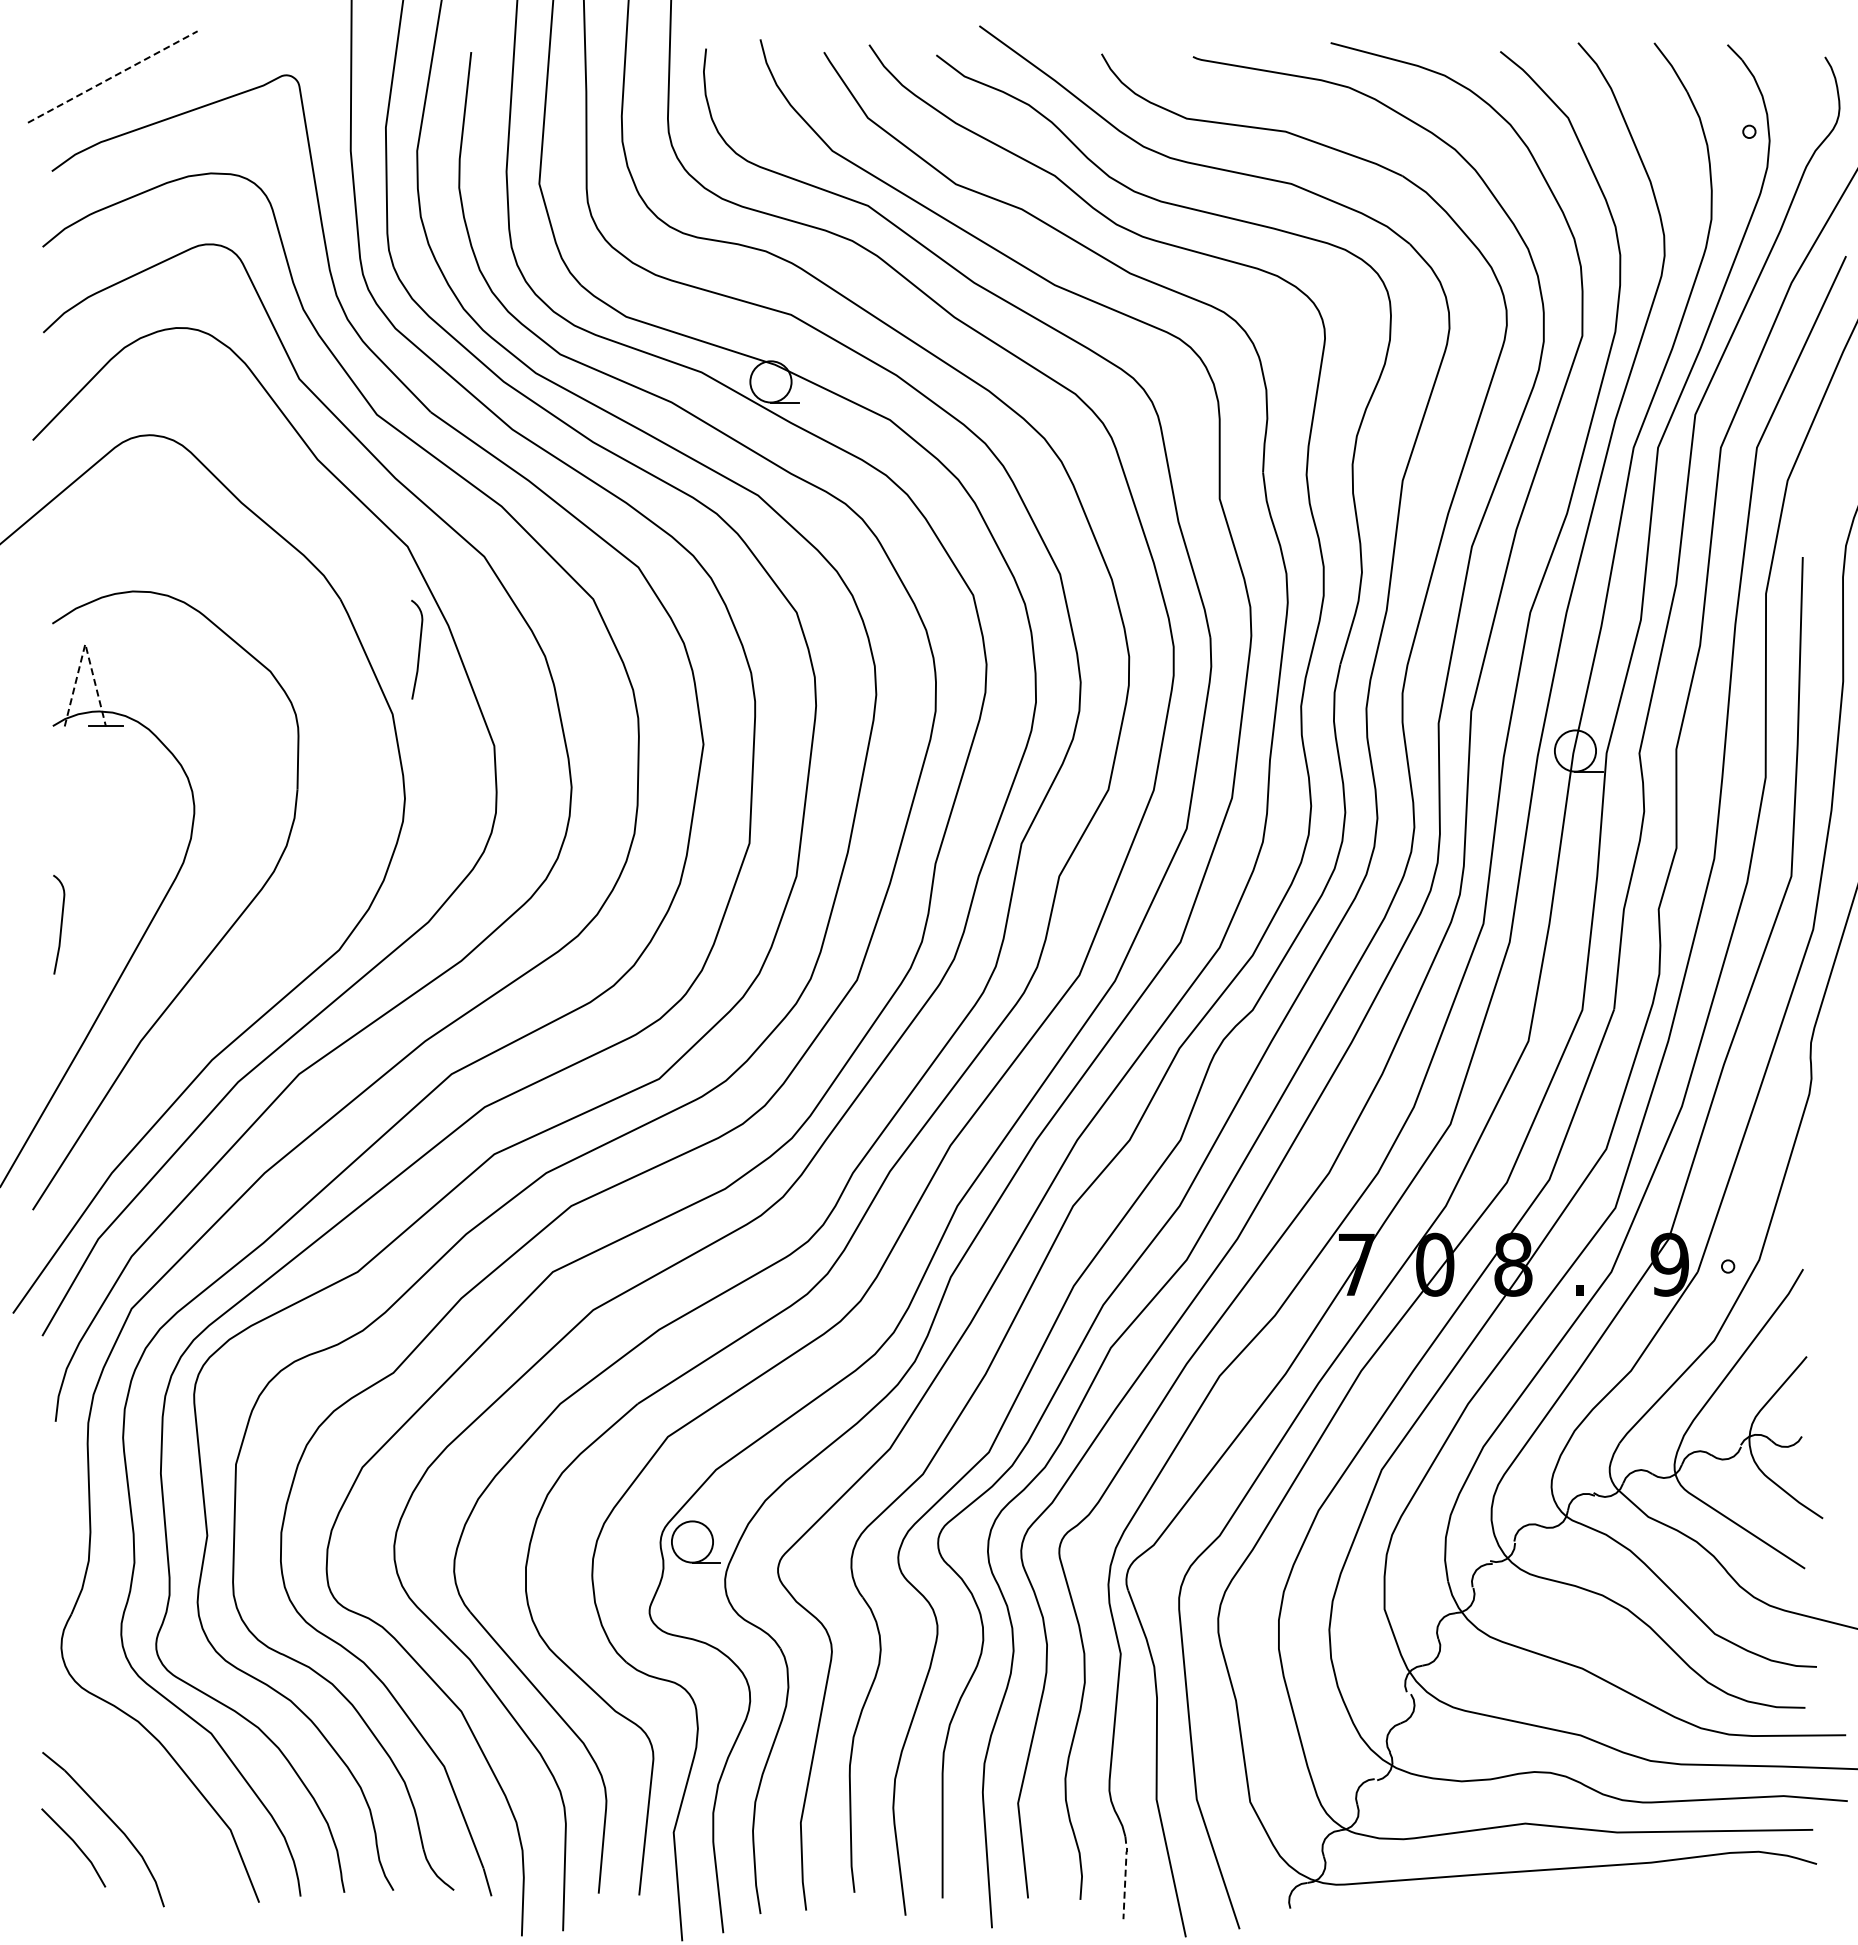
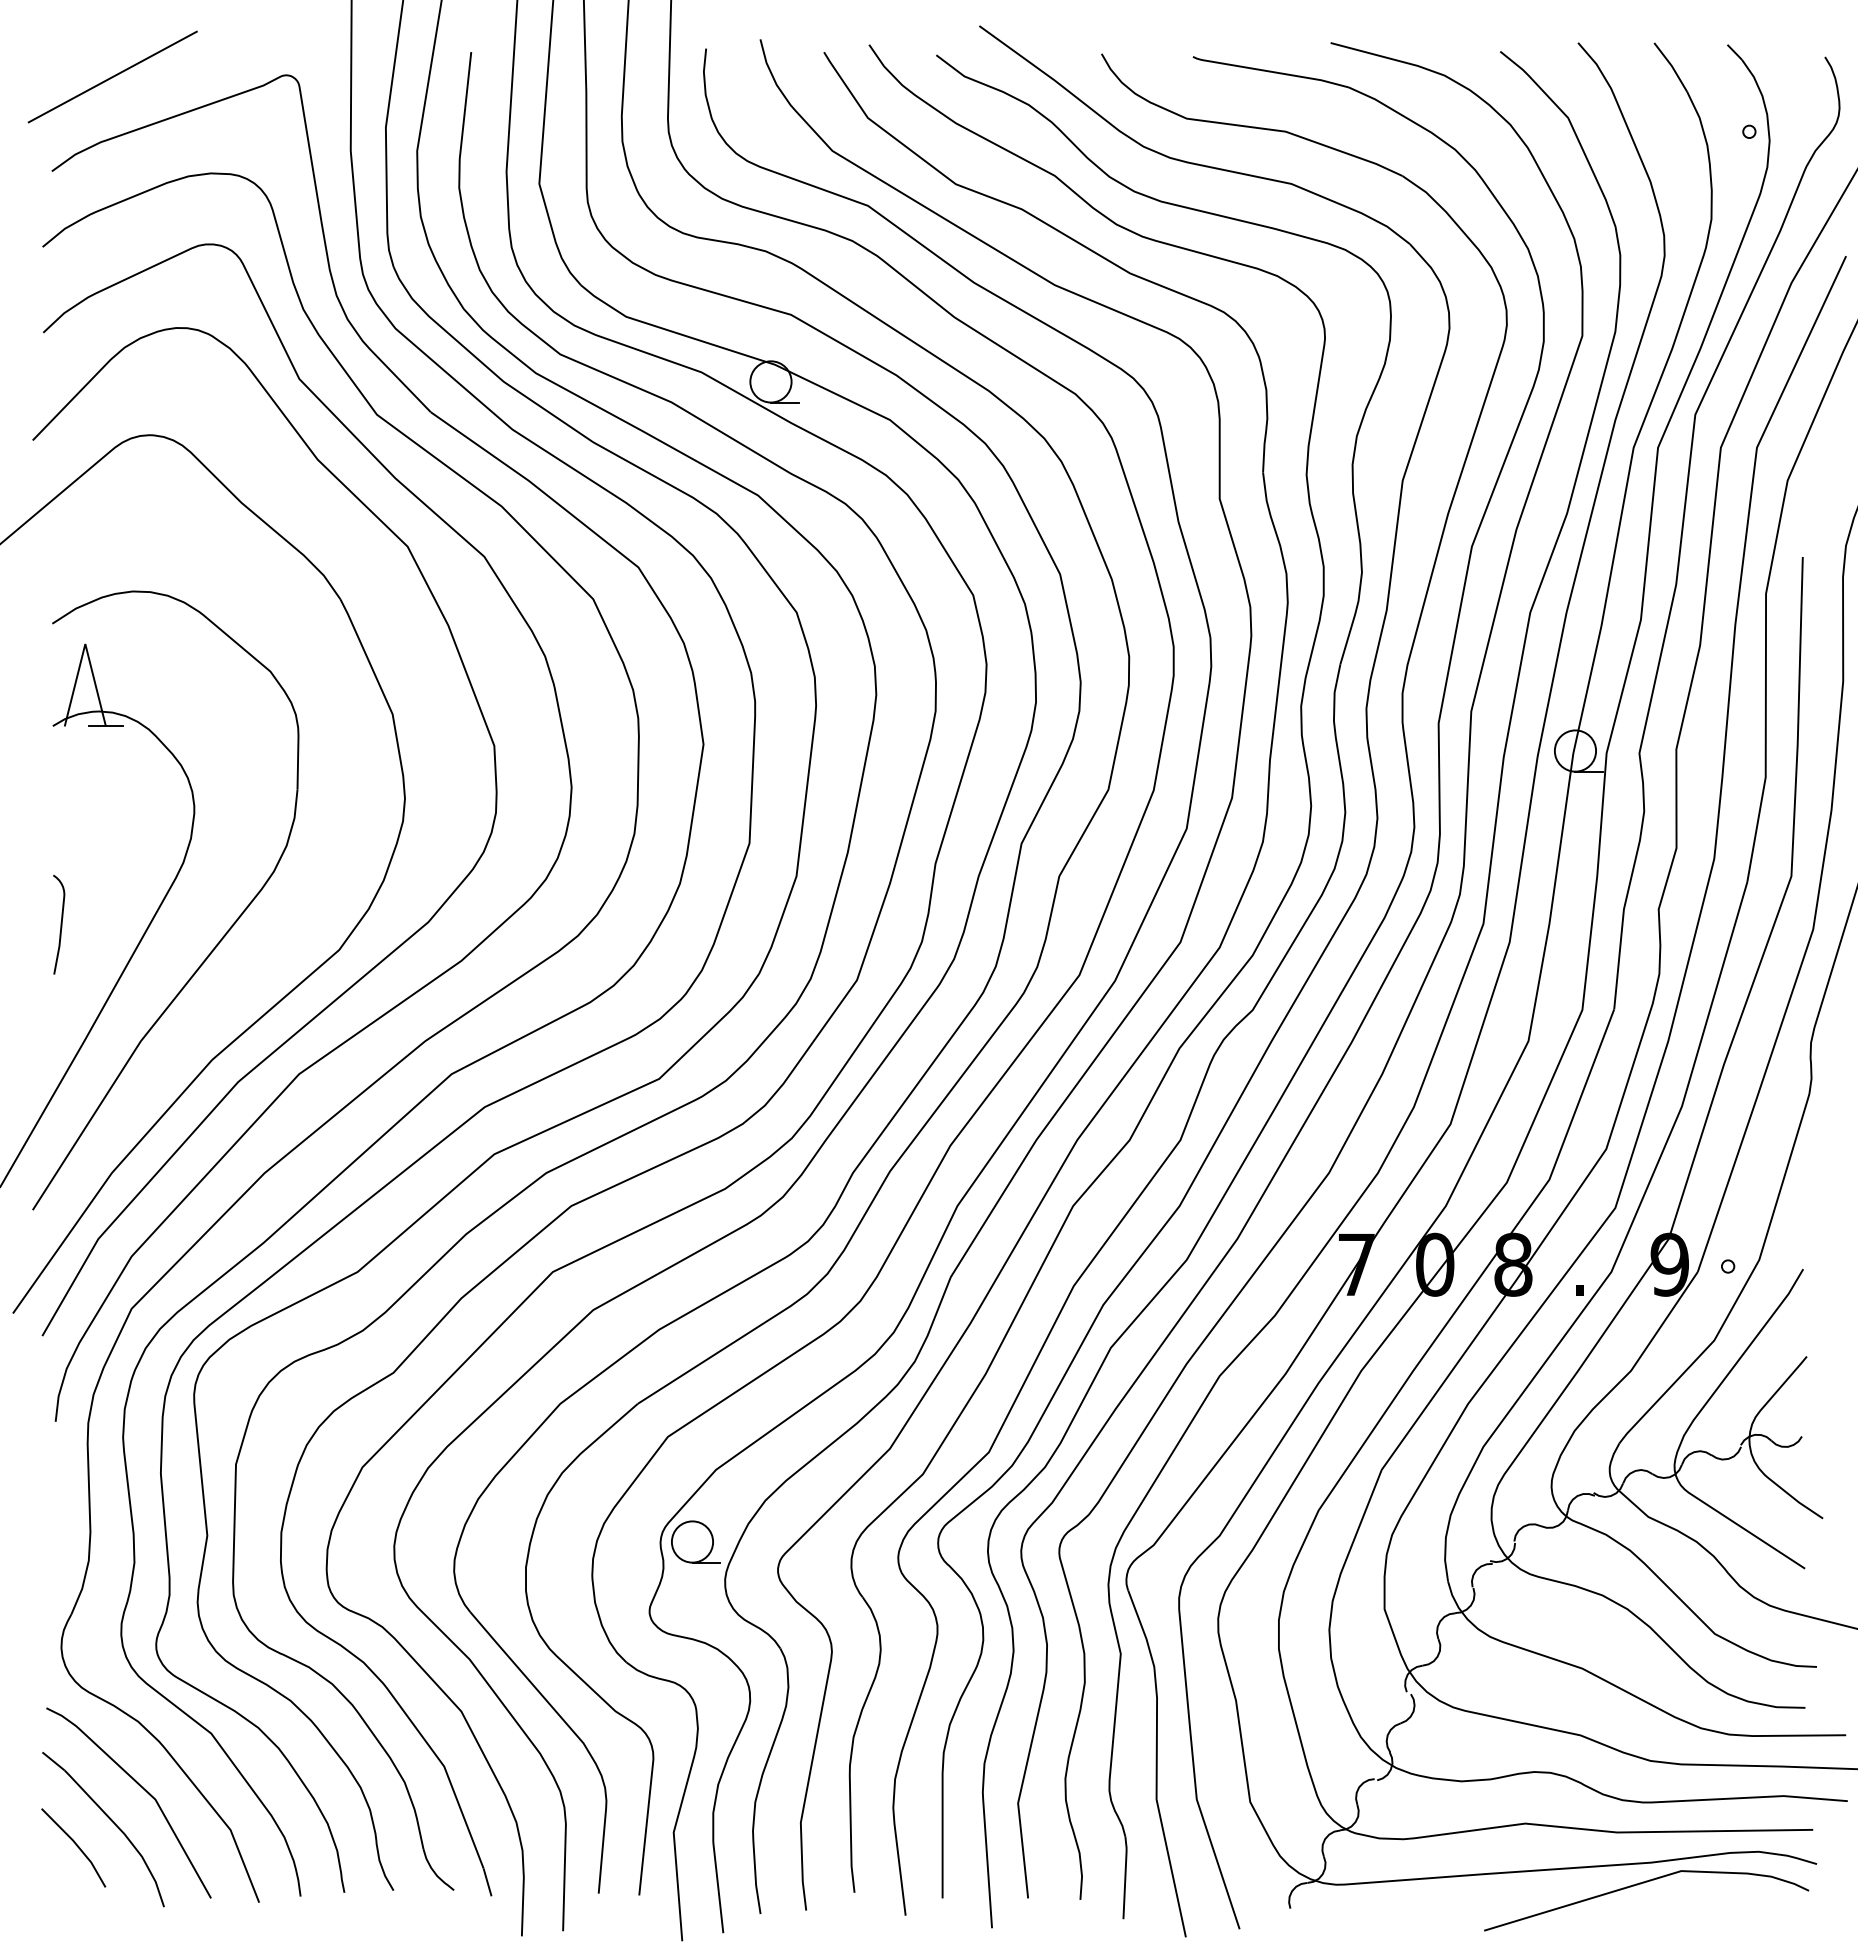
line at (113, 76): dashed -> solid
line at (85, 644): dashed -> solid
curve at (418, 649): present -> none
curve at (139, 1786): none -> present
line at (1125, 1876): dashed -> solid
curve at (1641, 1884): none -> present
